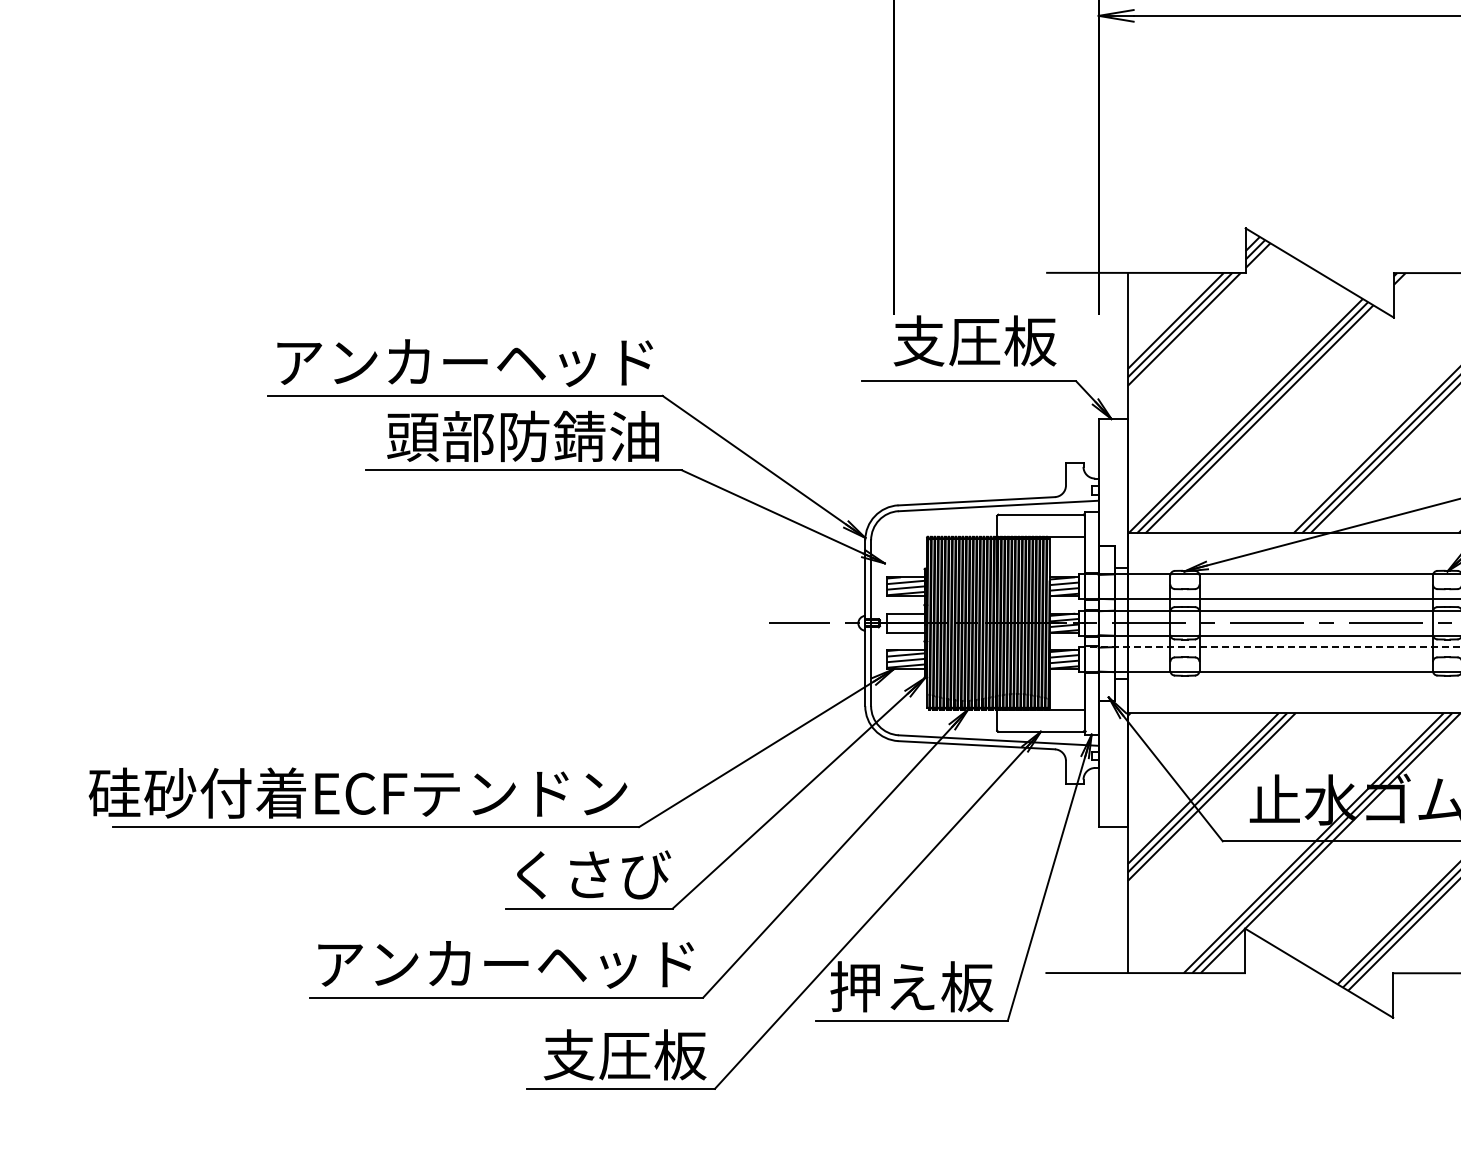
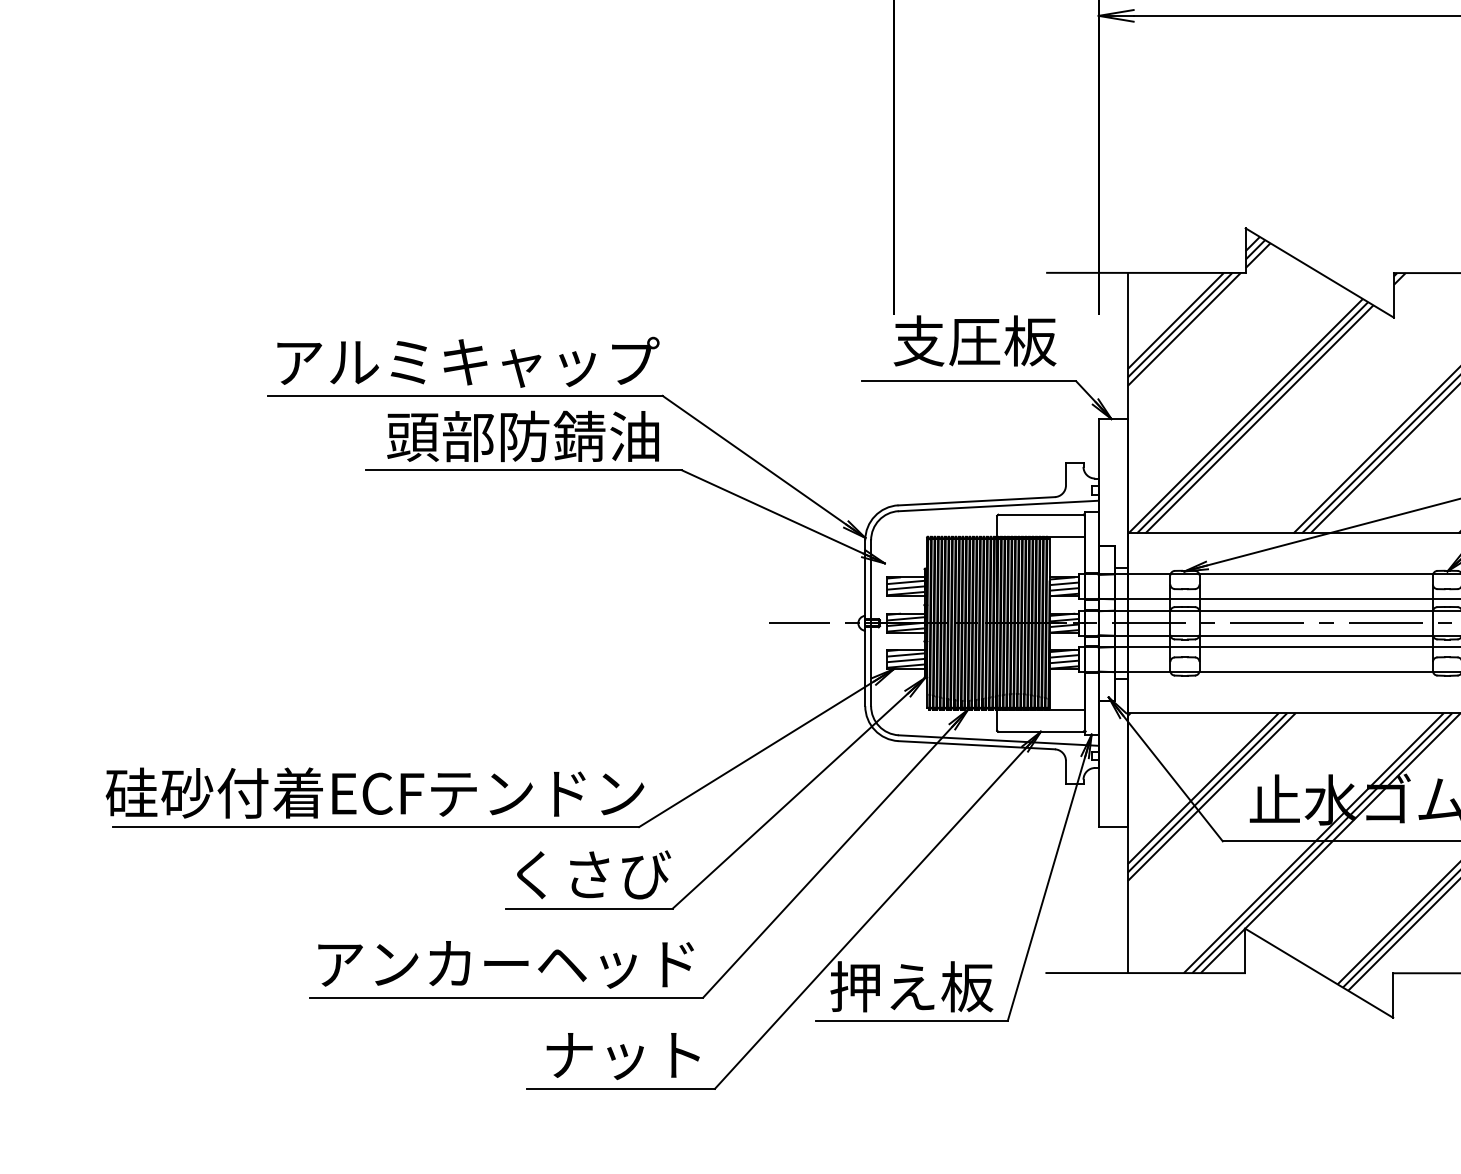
text at (494, 361): アンカーヘッド -> アルミキャップ
hatch at (906, 622): none -> present
line at (1269, 646): dashed -> solid
text at (357, 792) position: (357, 792) -> (374, 792)
text at (624, 1054): 支圧板 -> ナット
